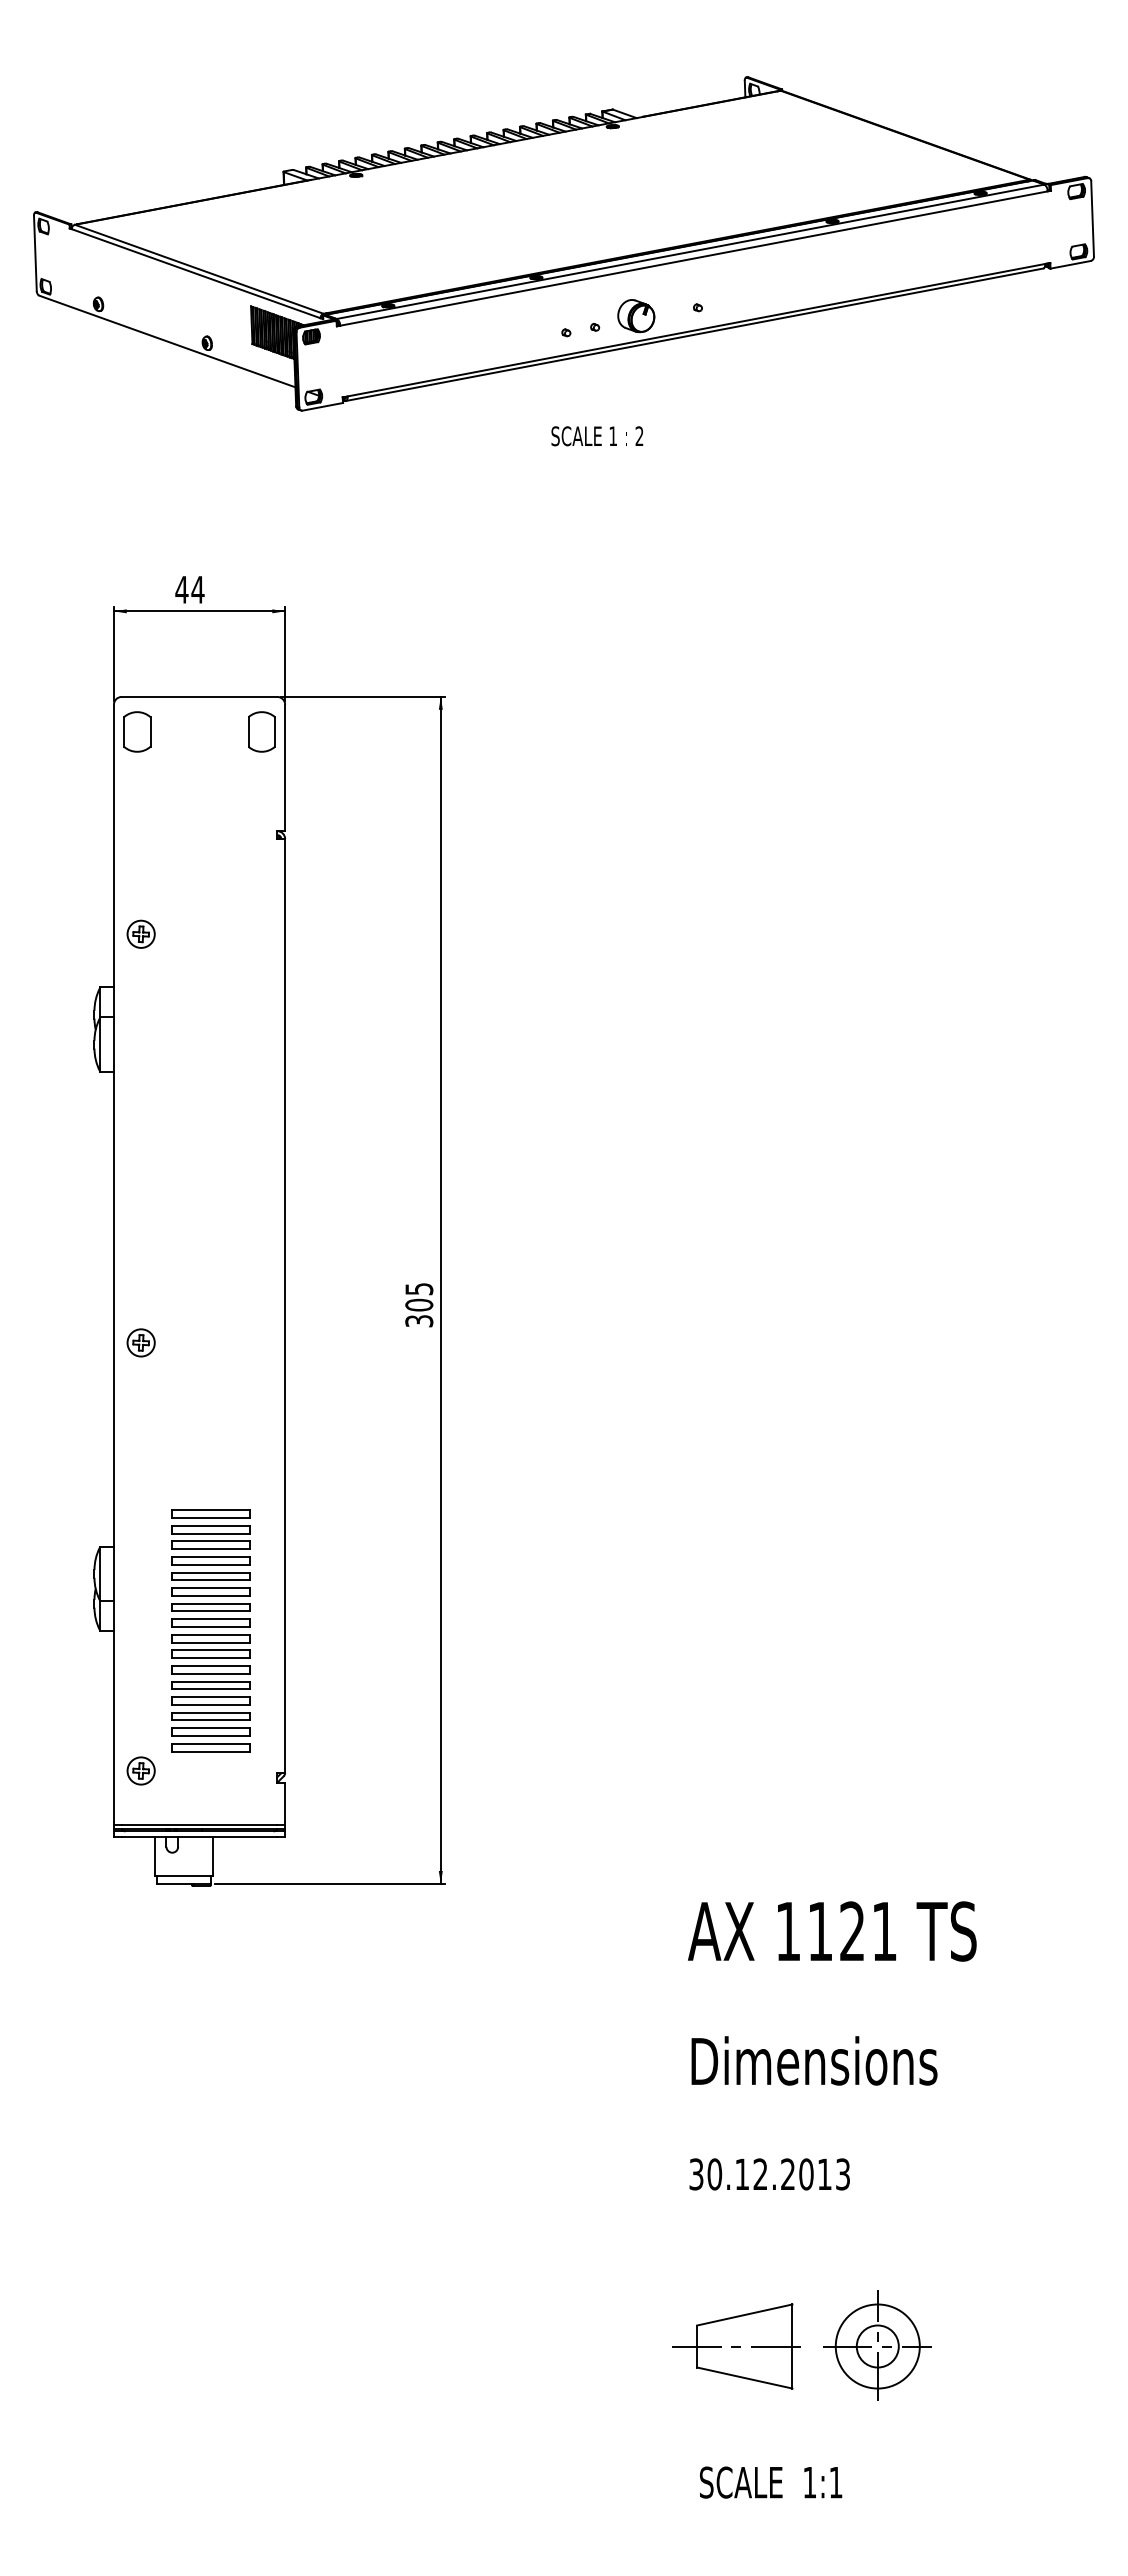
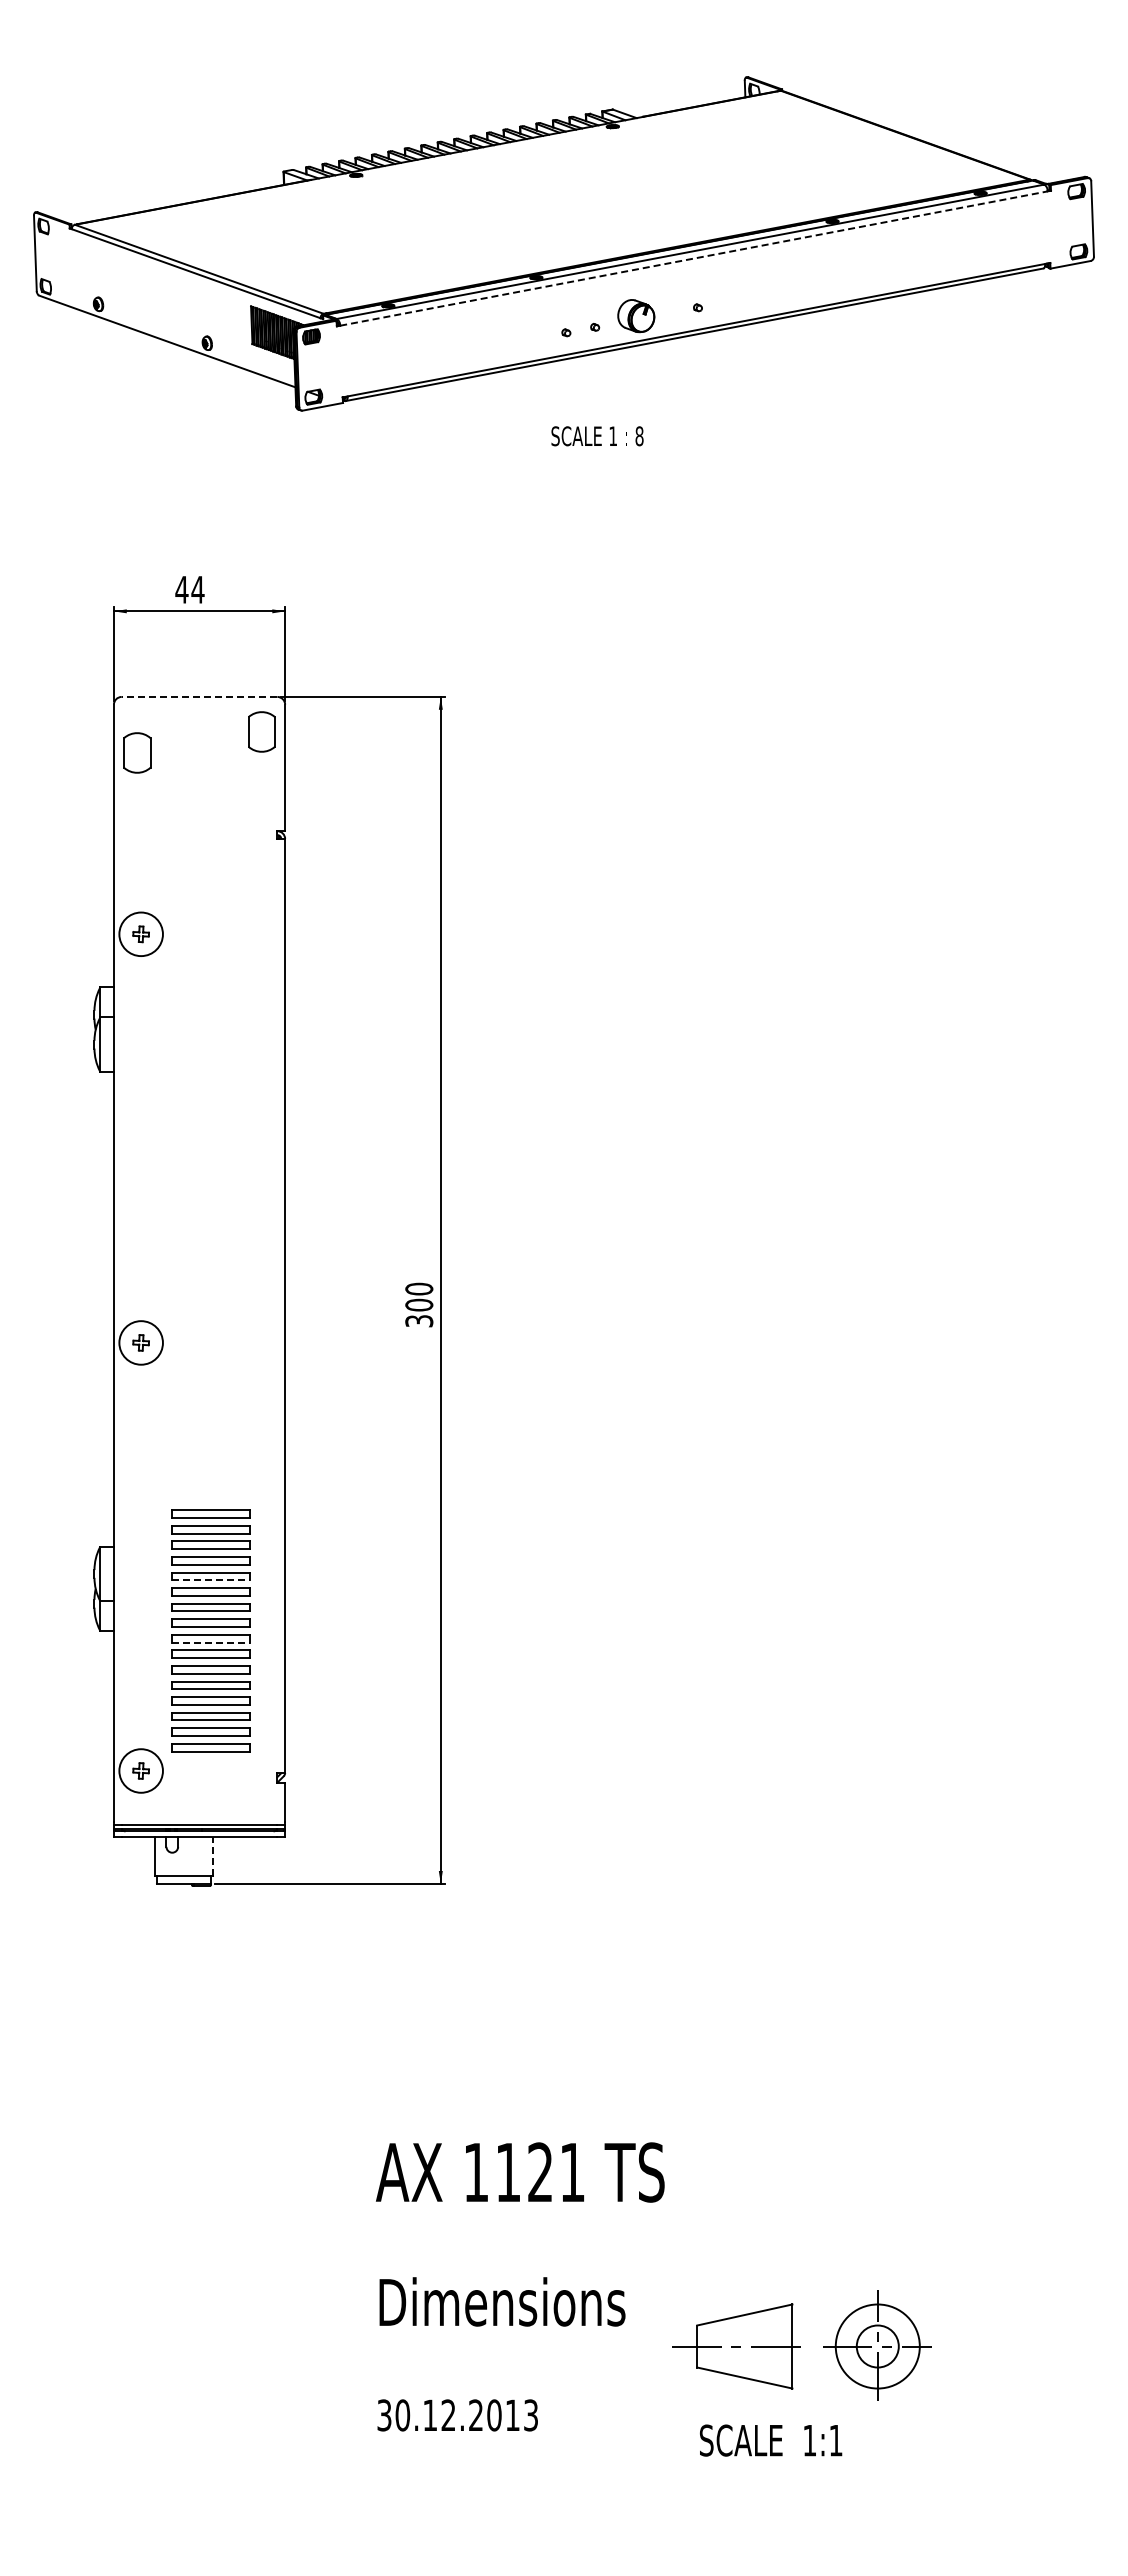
line at (694, 258): solid -> dashed
text at (639, 436): 2 -> 8
line at (199, 696): solid -> dashed
part at (137, 731) position: (137, 731) -> (137, 752)
circle at (140, 933) diameter: 27 px -> 44 px
text at (419, 1288): 305 -> 300
circle at (140, 1342) diameter: 27 px -> 44 px
line at (211, 1580): solid -> dashed
line at (211, 1642): solid -> dashed
circle at (140, 1770) diameter: 27 px -> 44 px
line at (213, 1855): solid -> dashed
text at (832, 2045) position: (832, 2045) -> (520, 2286)
text at (771, 2482) position: (771, 2482) -> (771, 2440)
